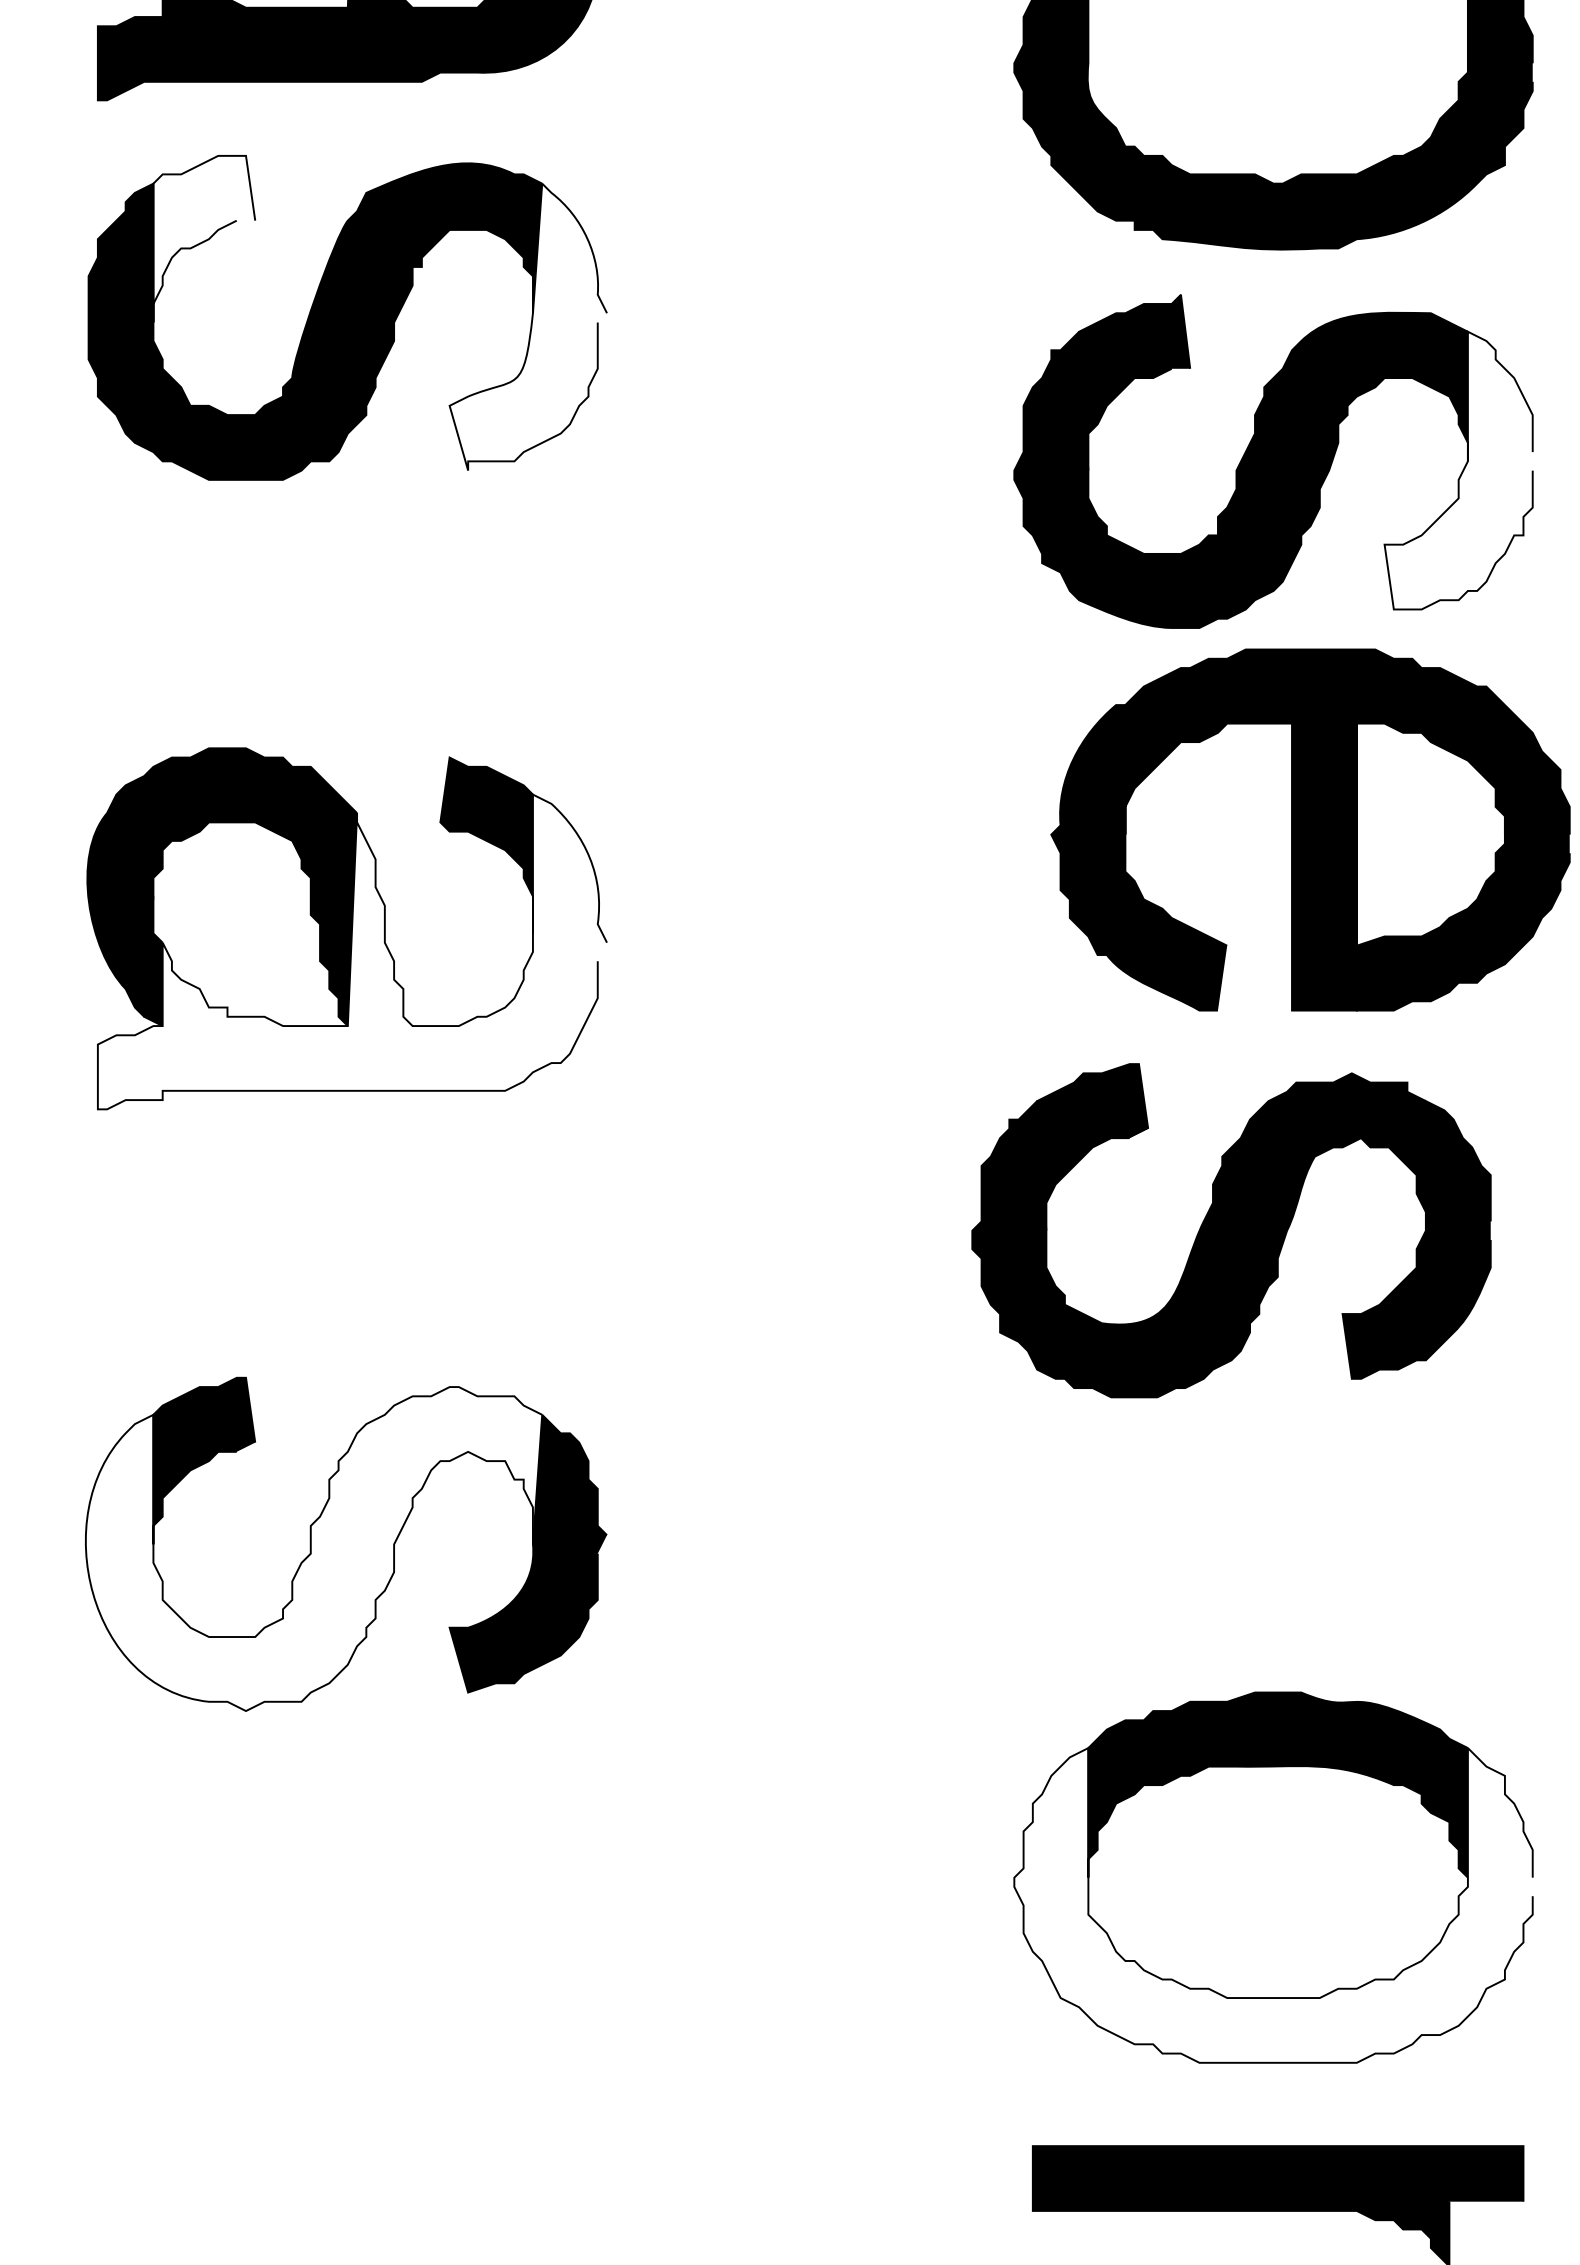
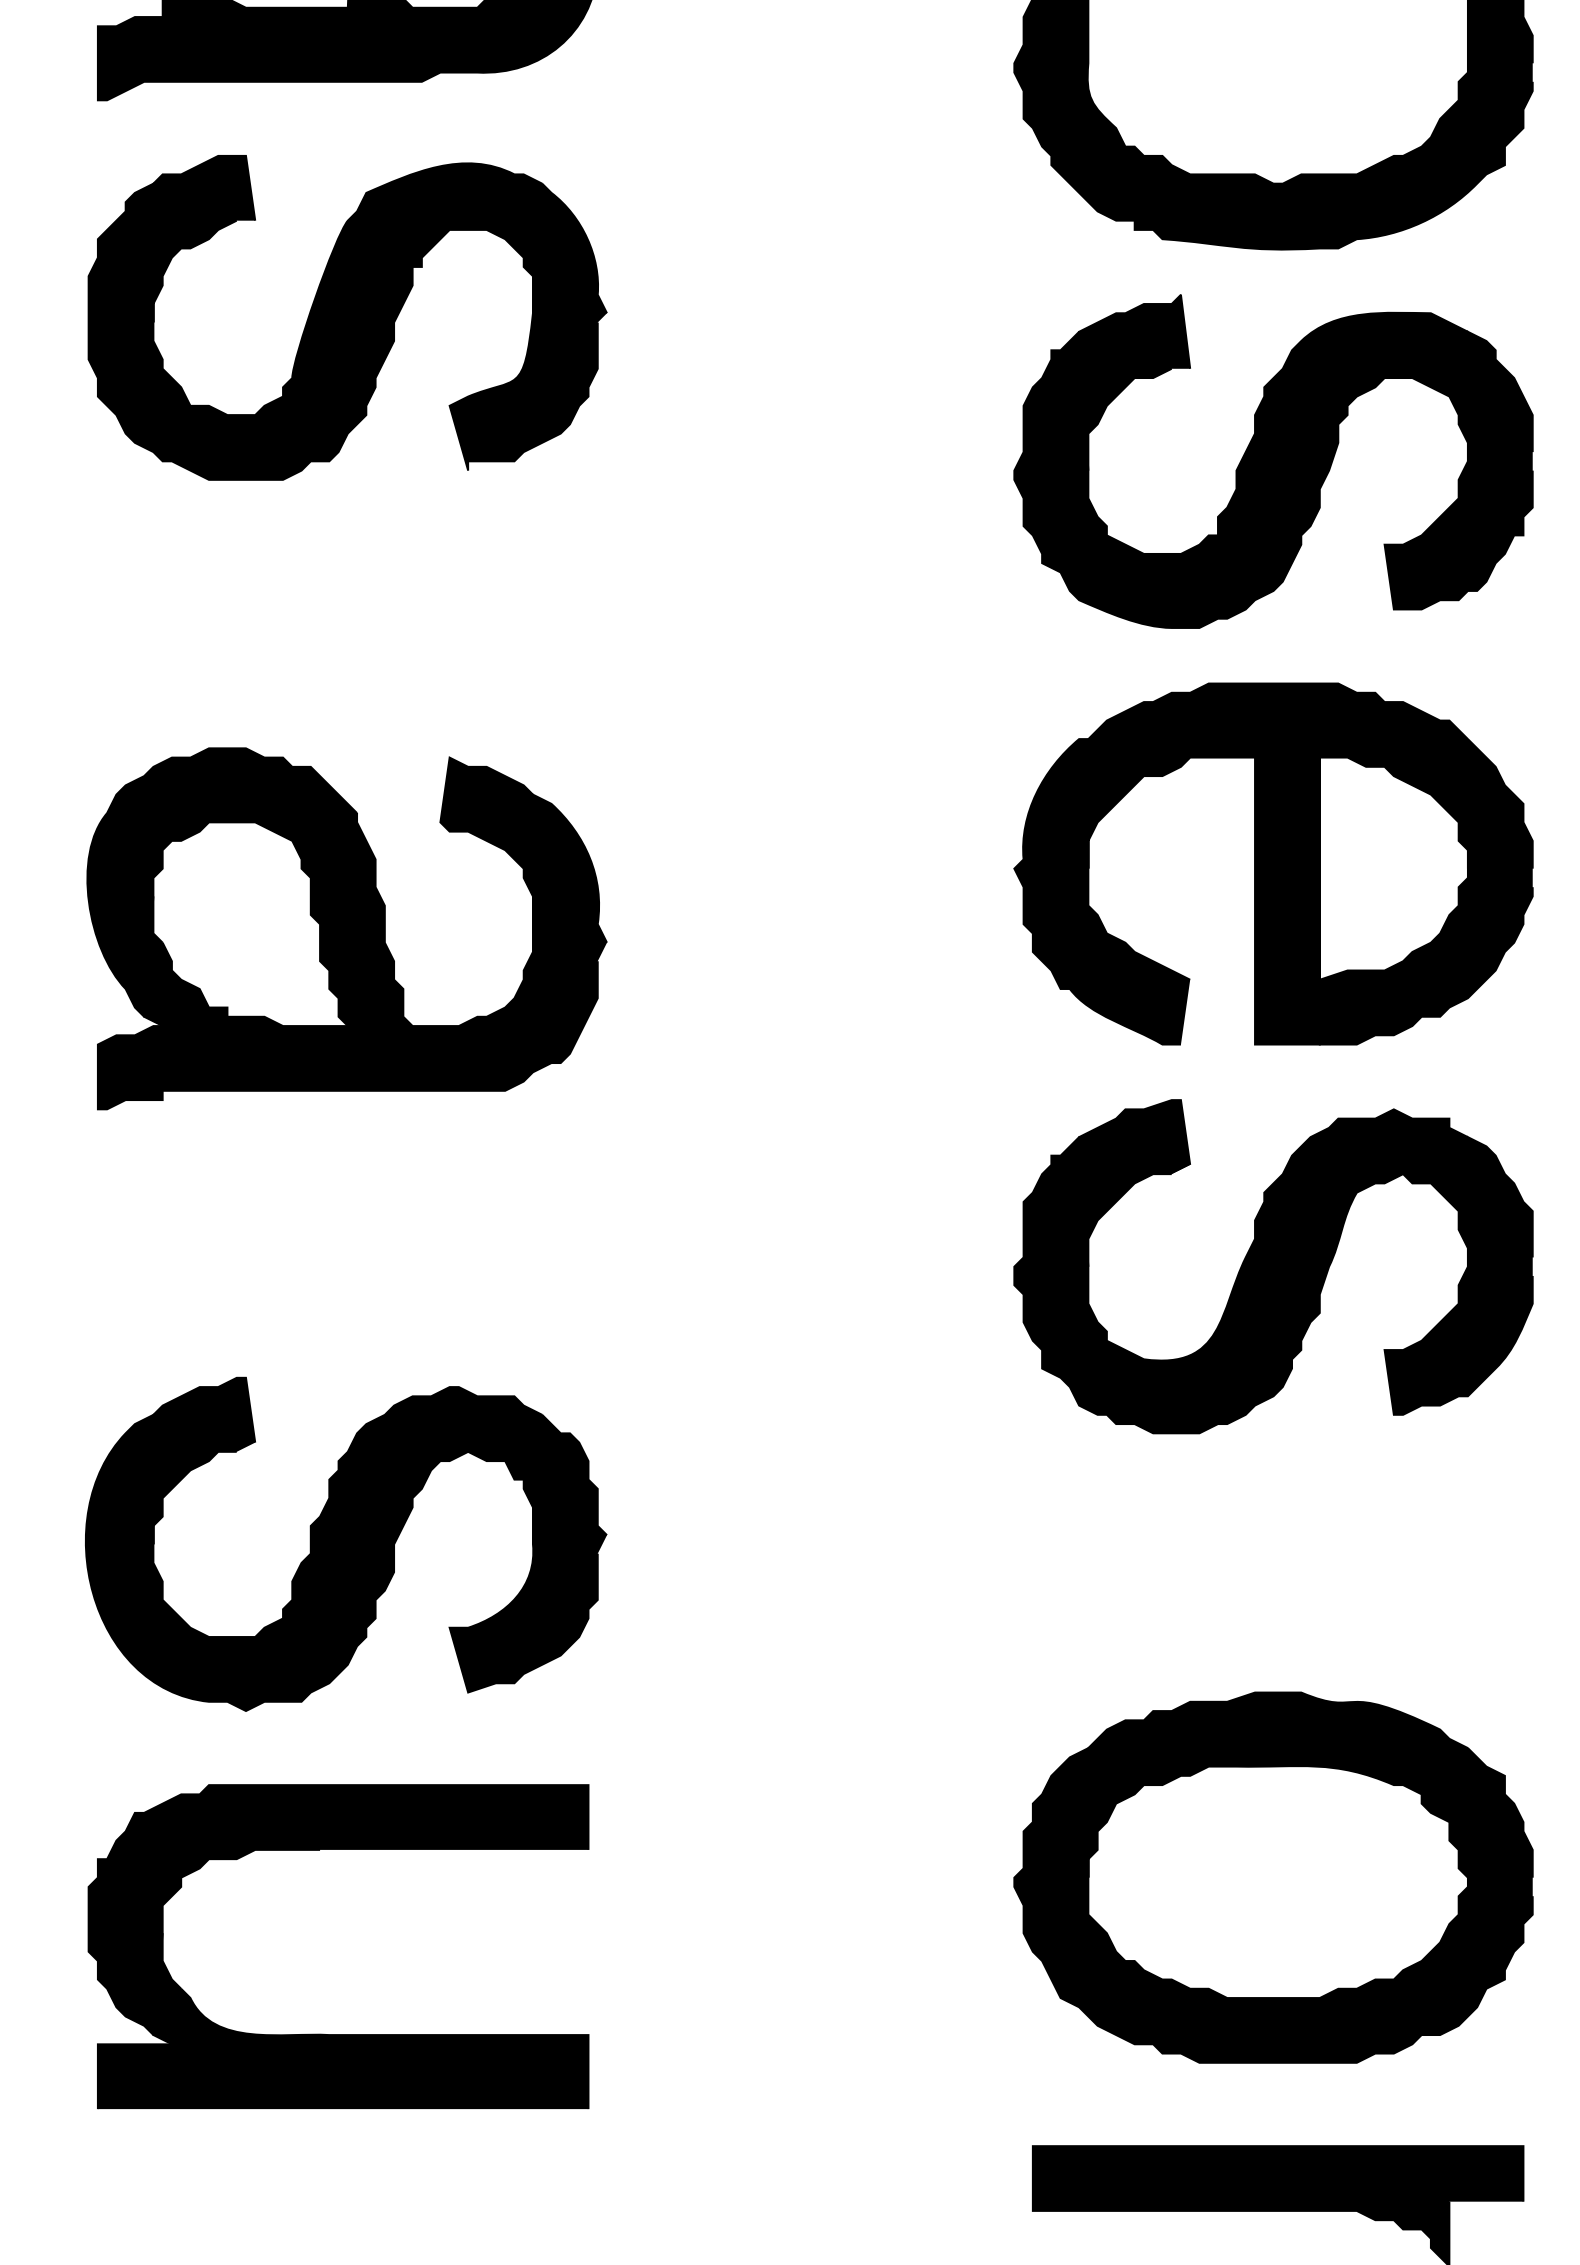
fill at (204, 238): none -> present
fill at (528, 326): none -> present
fill at (1458, 470): none -> present
part at (1310, 829) position: (1310, 829) -> (1273, 863)
fill at (352, 951): none -> present
part at (1231, 1230) position: (1231, 1230) -> (1273, 1266)
fill at (313, 1549): none -> present
fill at (1273, 1905): none -> present
part at (338, 2034): none -> present
